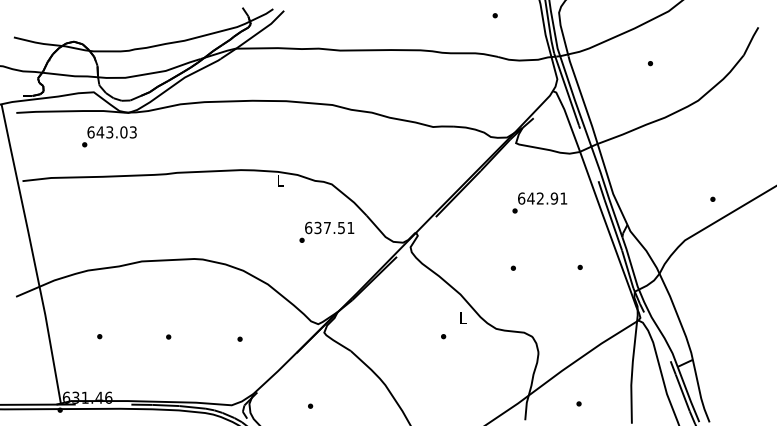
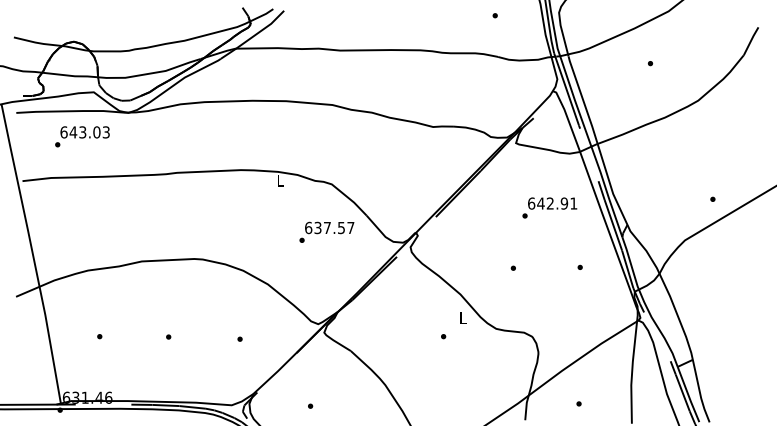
text at (109, 136) position: (109, 136) -> (82, 136)
text at (539, 202) position: (539, 202) -> (549, 207)
text at (350, 227): 637.51 -> 637.57
